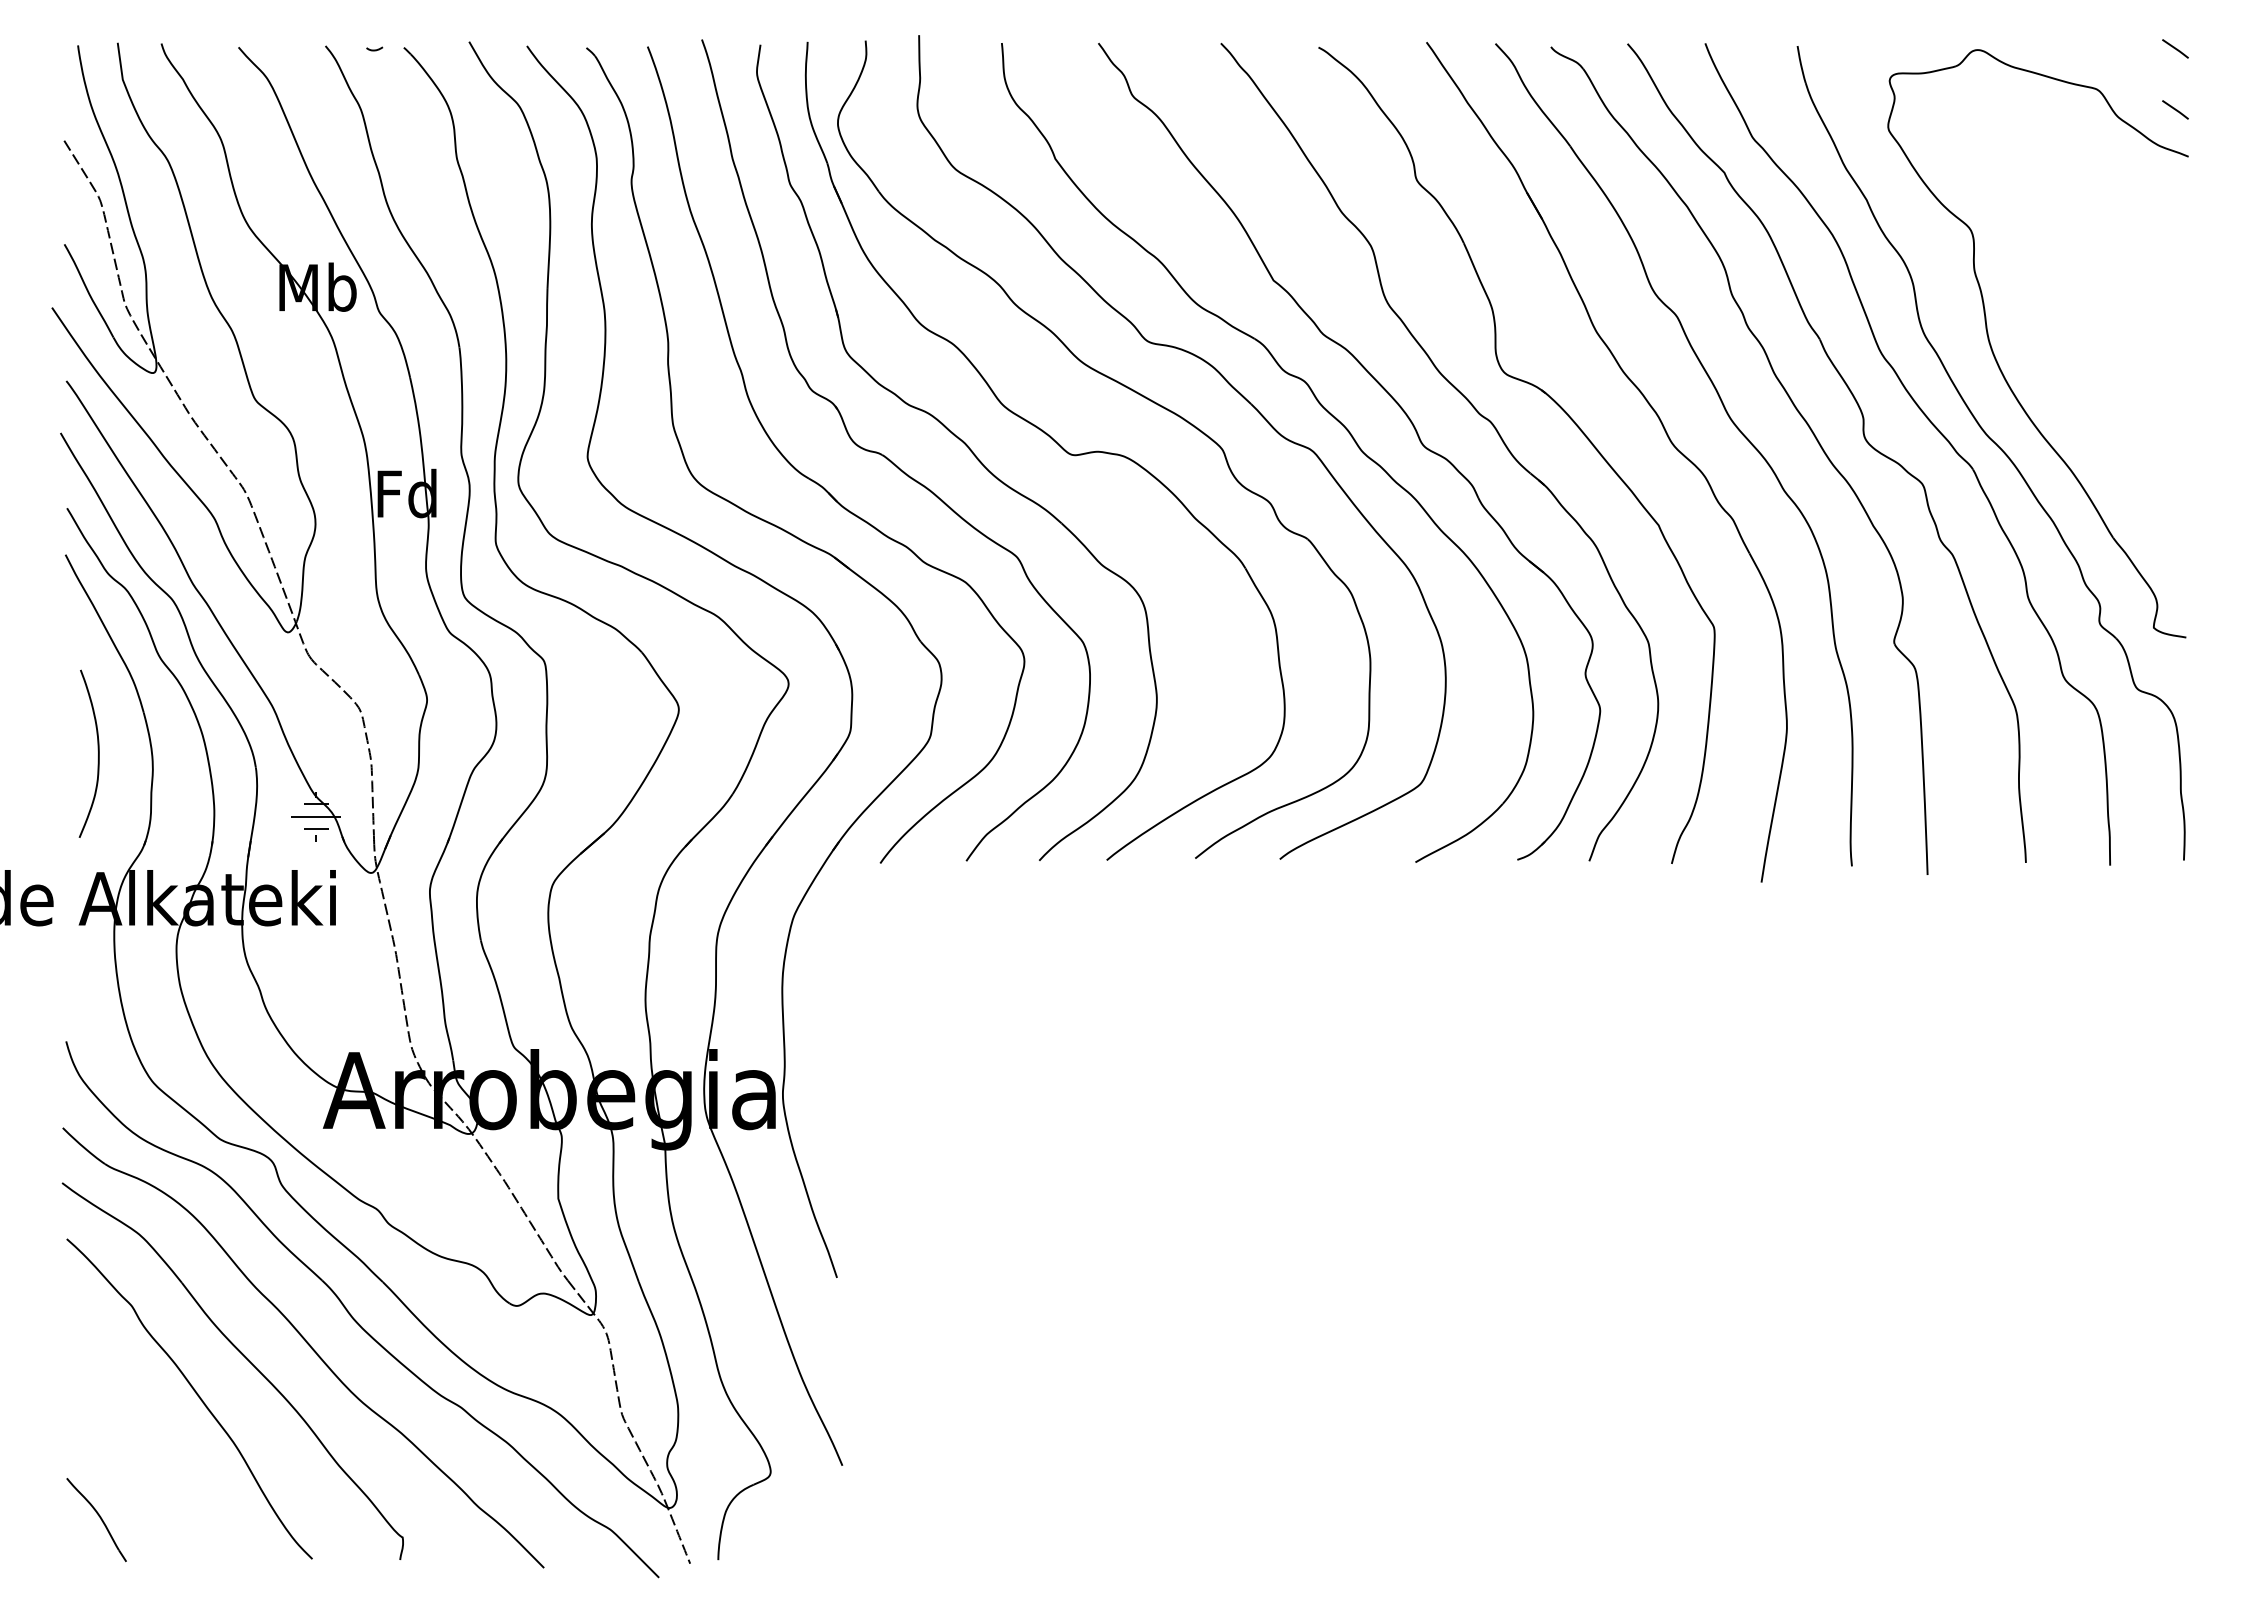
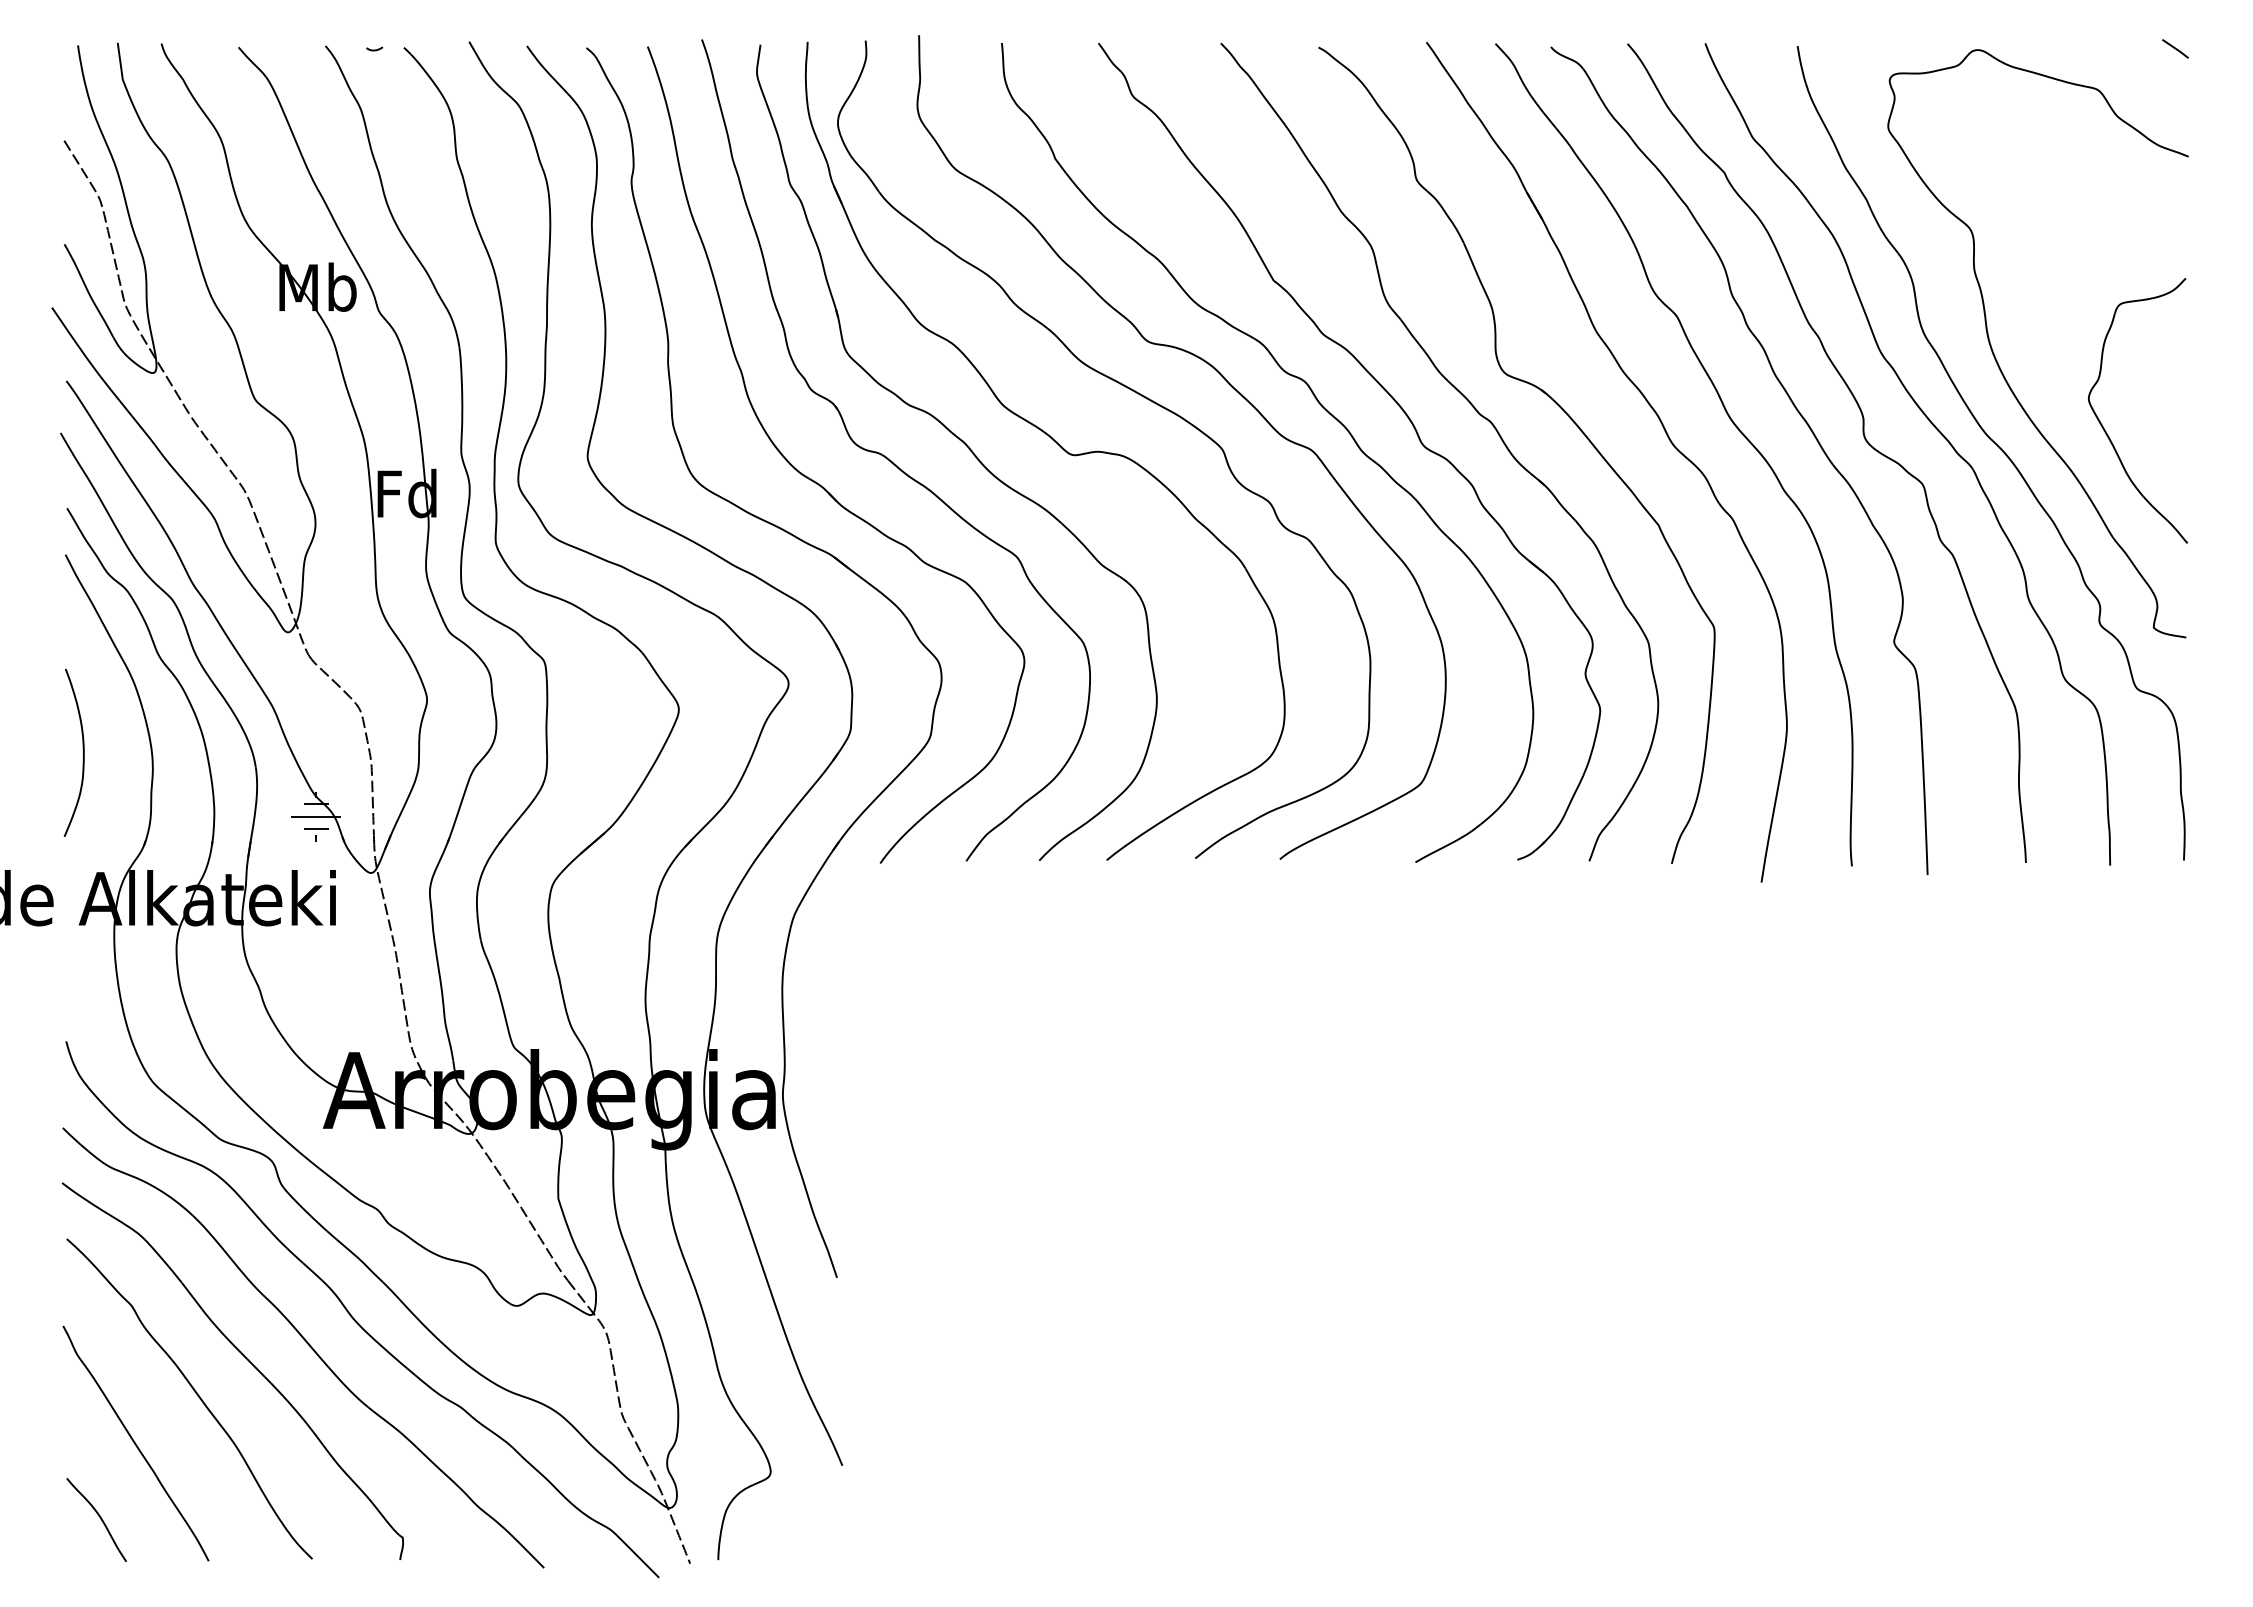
line at (2175, 109): present -> none
part at (2105, 429): none -> present
curve at (97, 750) position: (97, 750) -> (82, 749)
part at (135, 1443): none -> present
